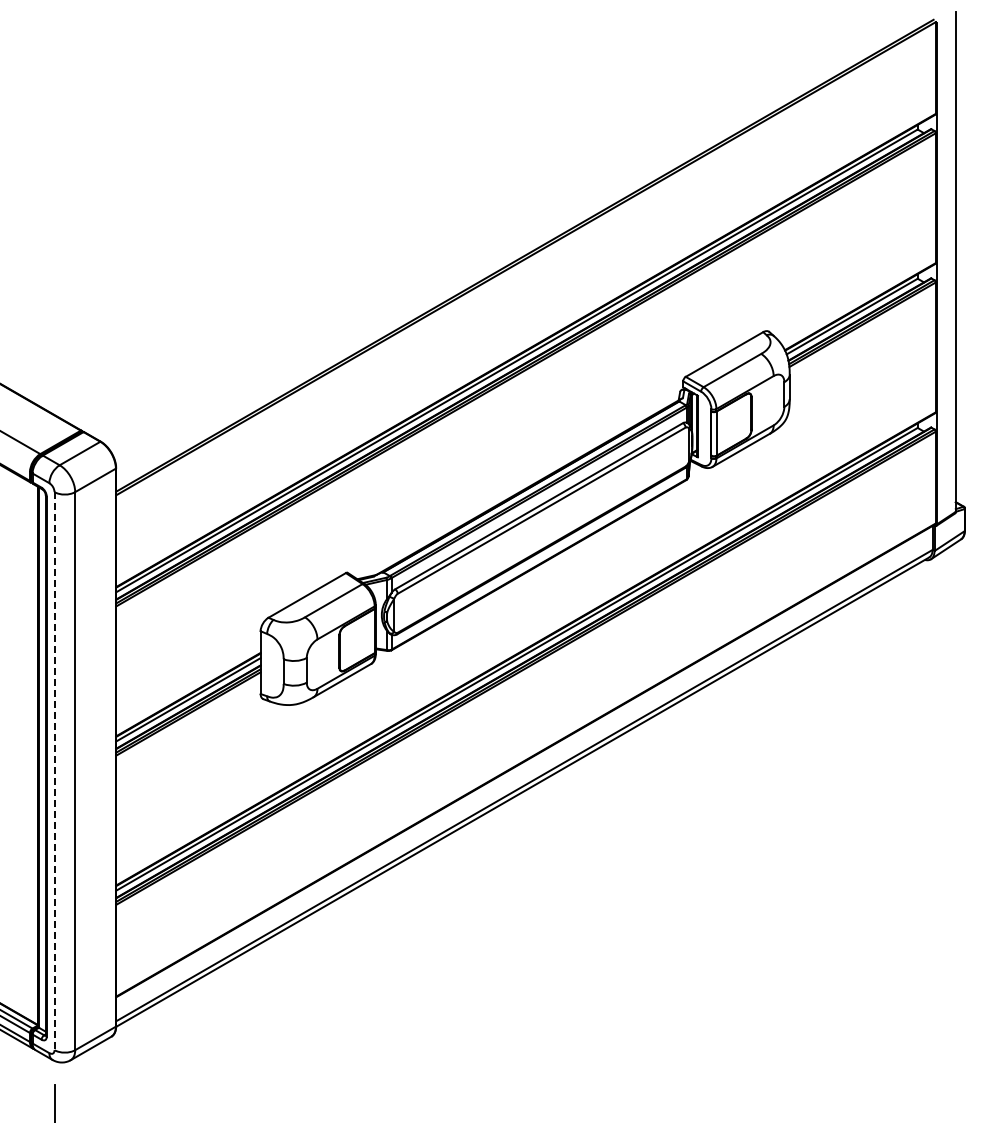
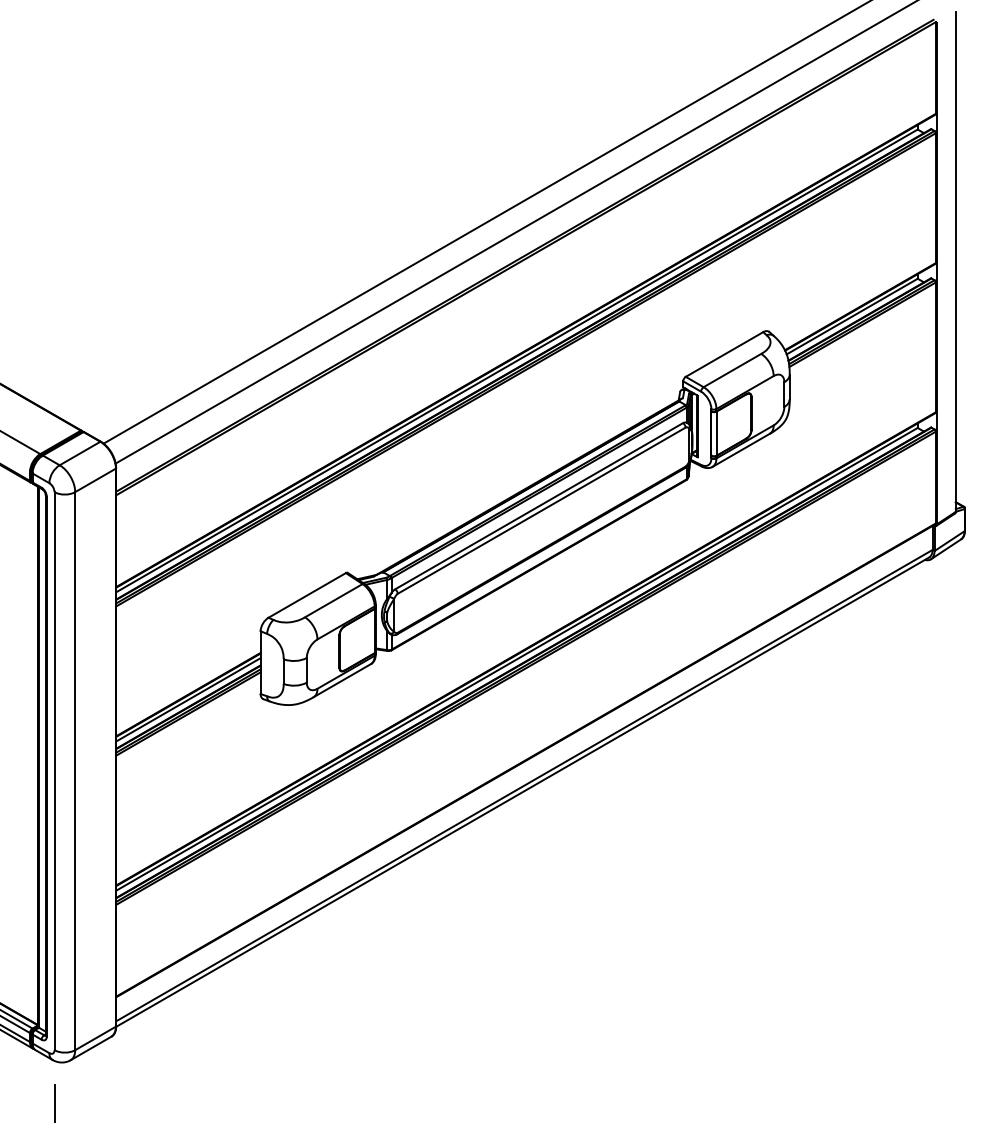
line at (485, 222): none -> present
line at (514, 232): none -> present
line at (54, 771): dashed -> solid
